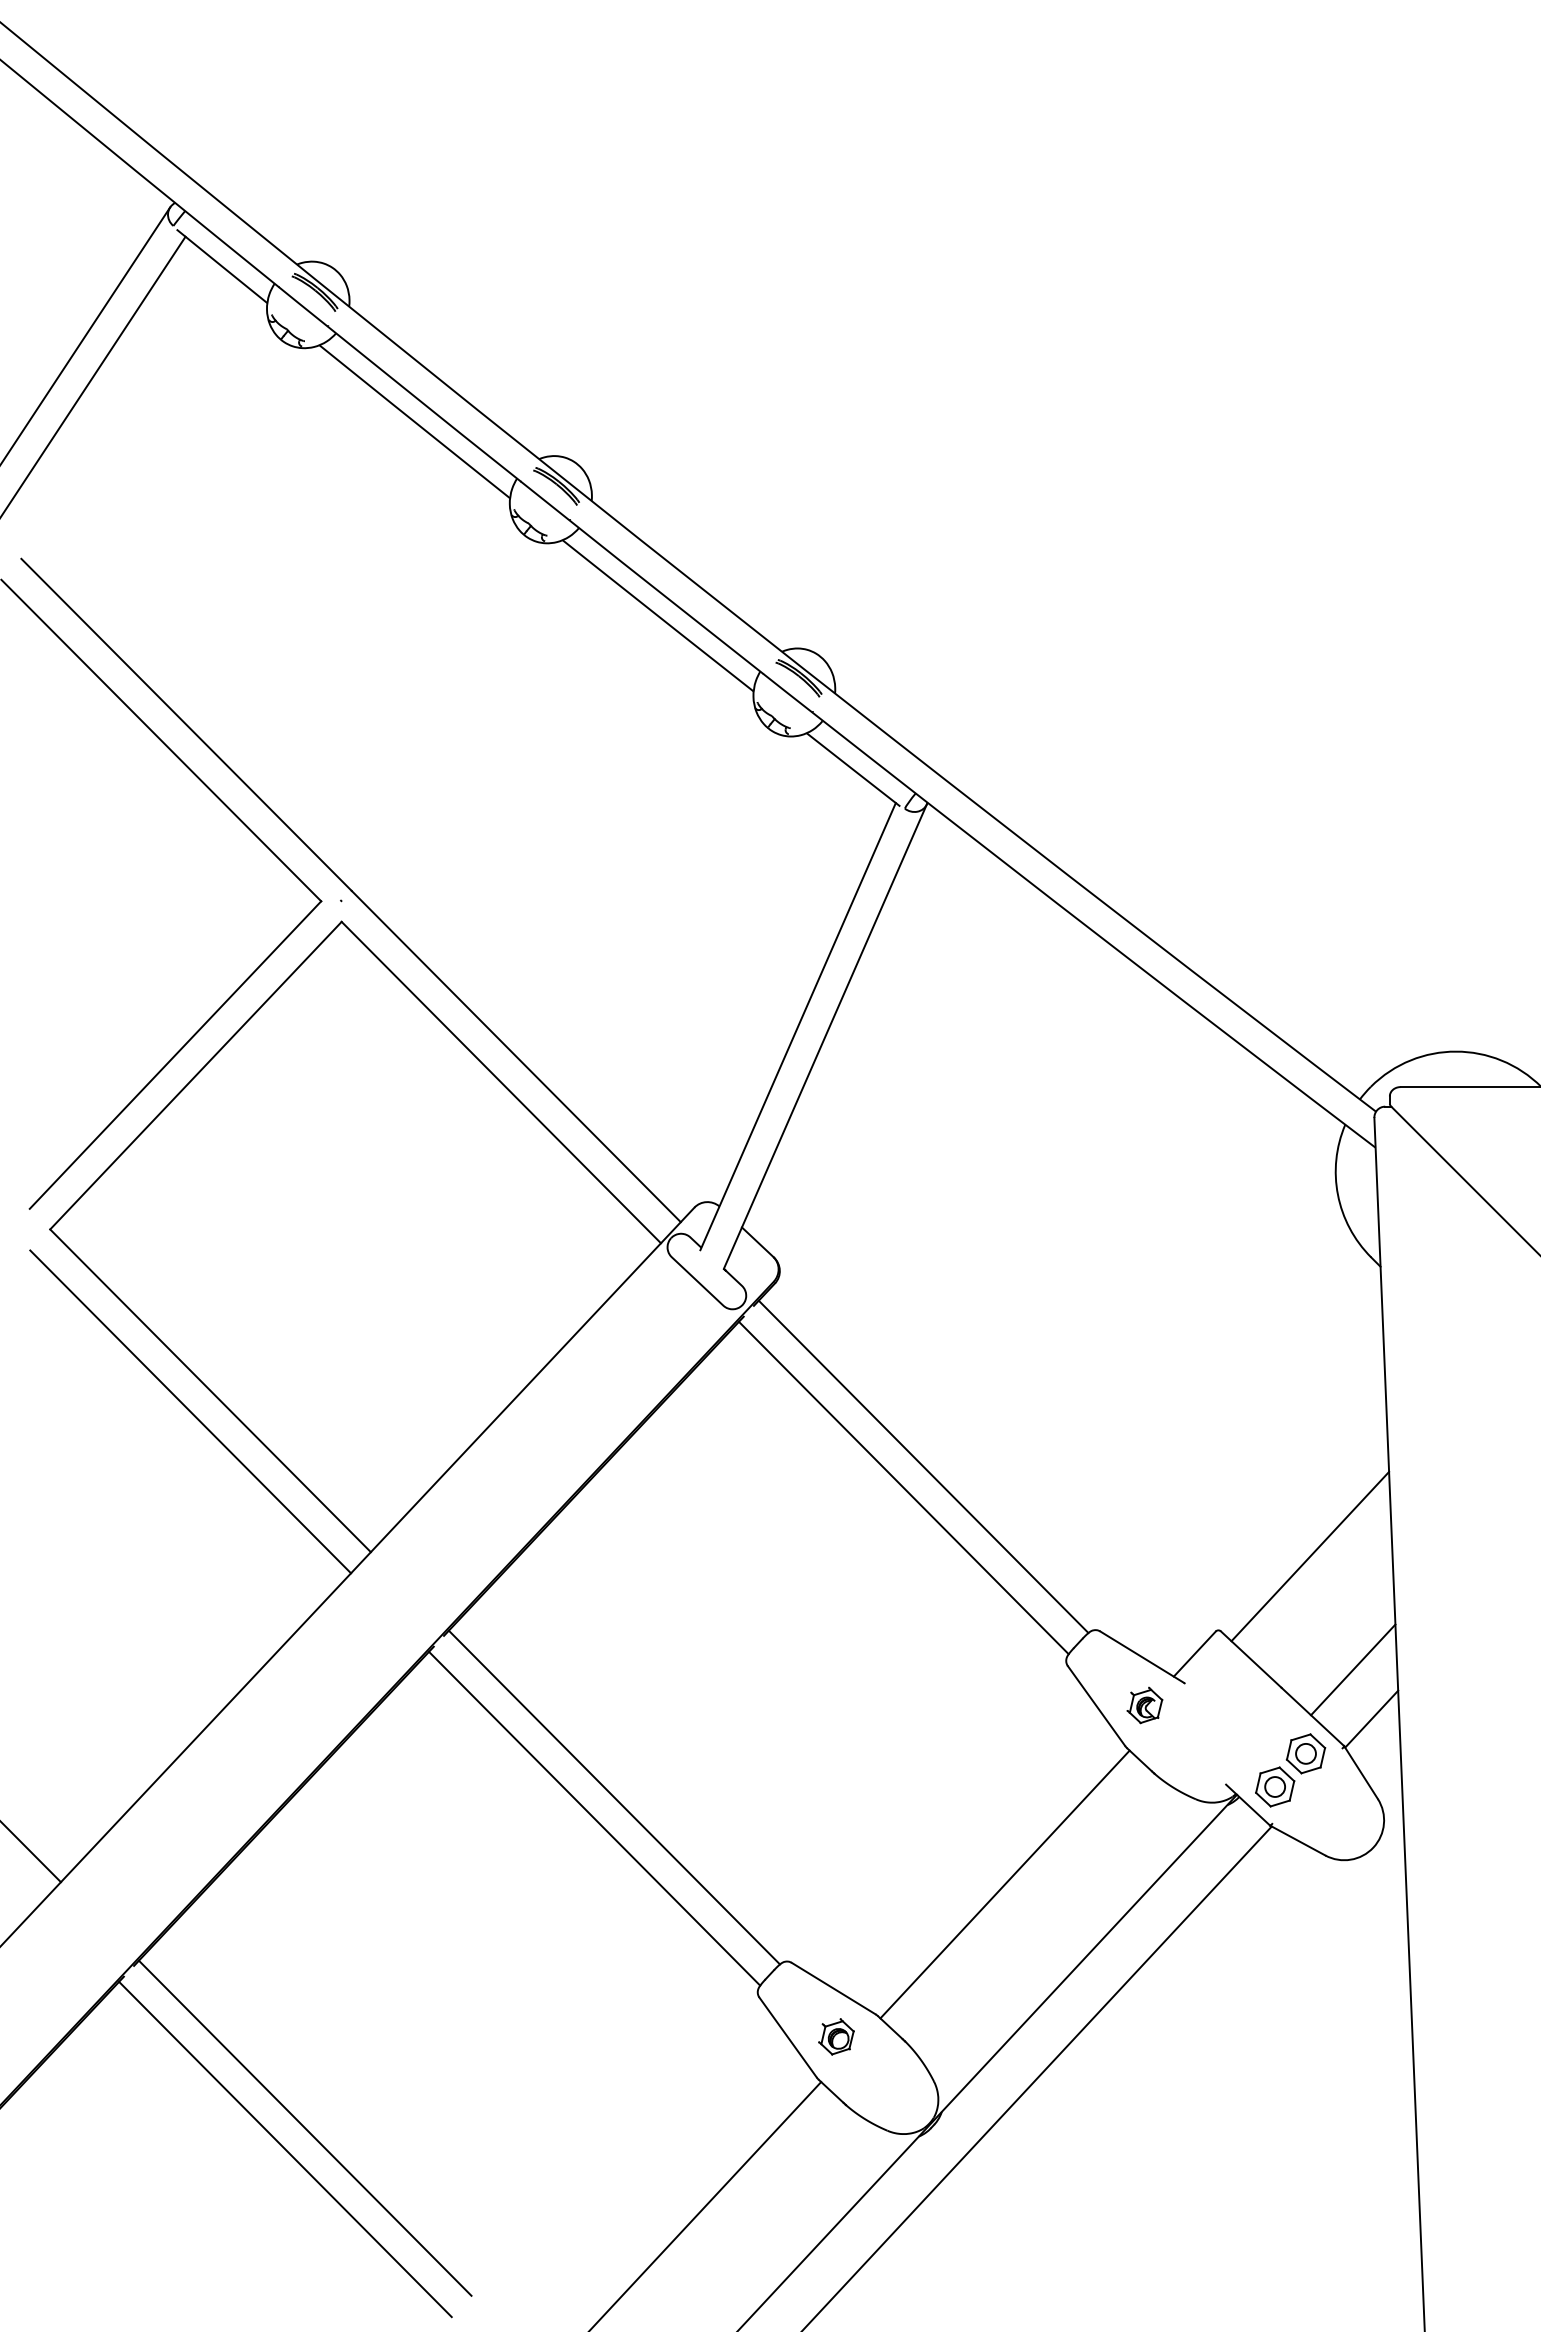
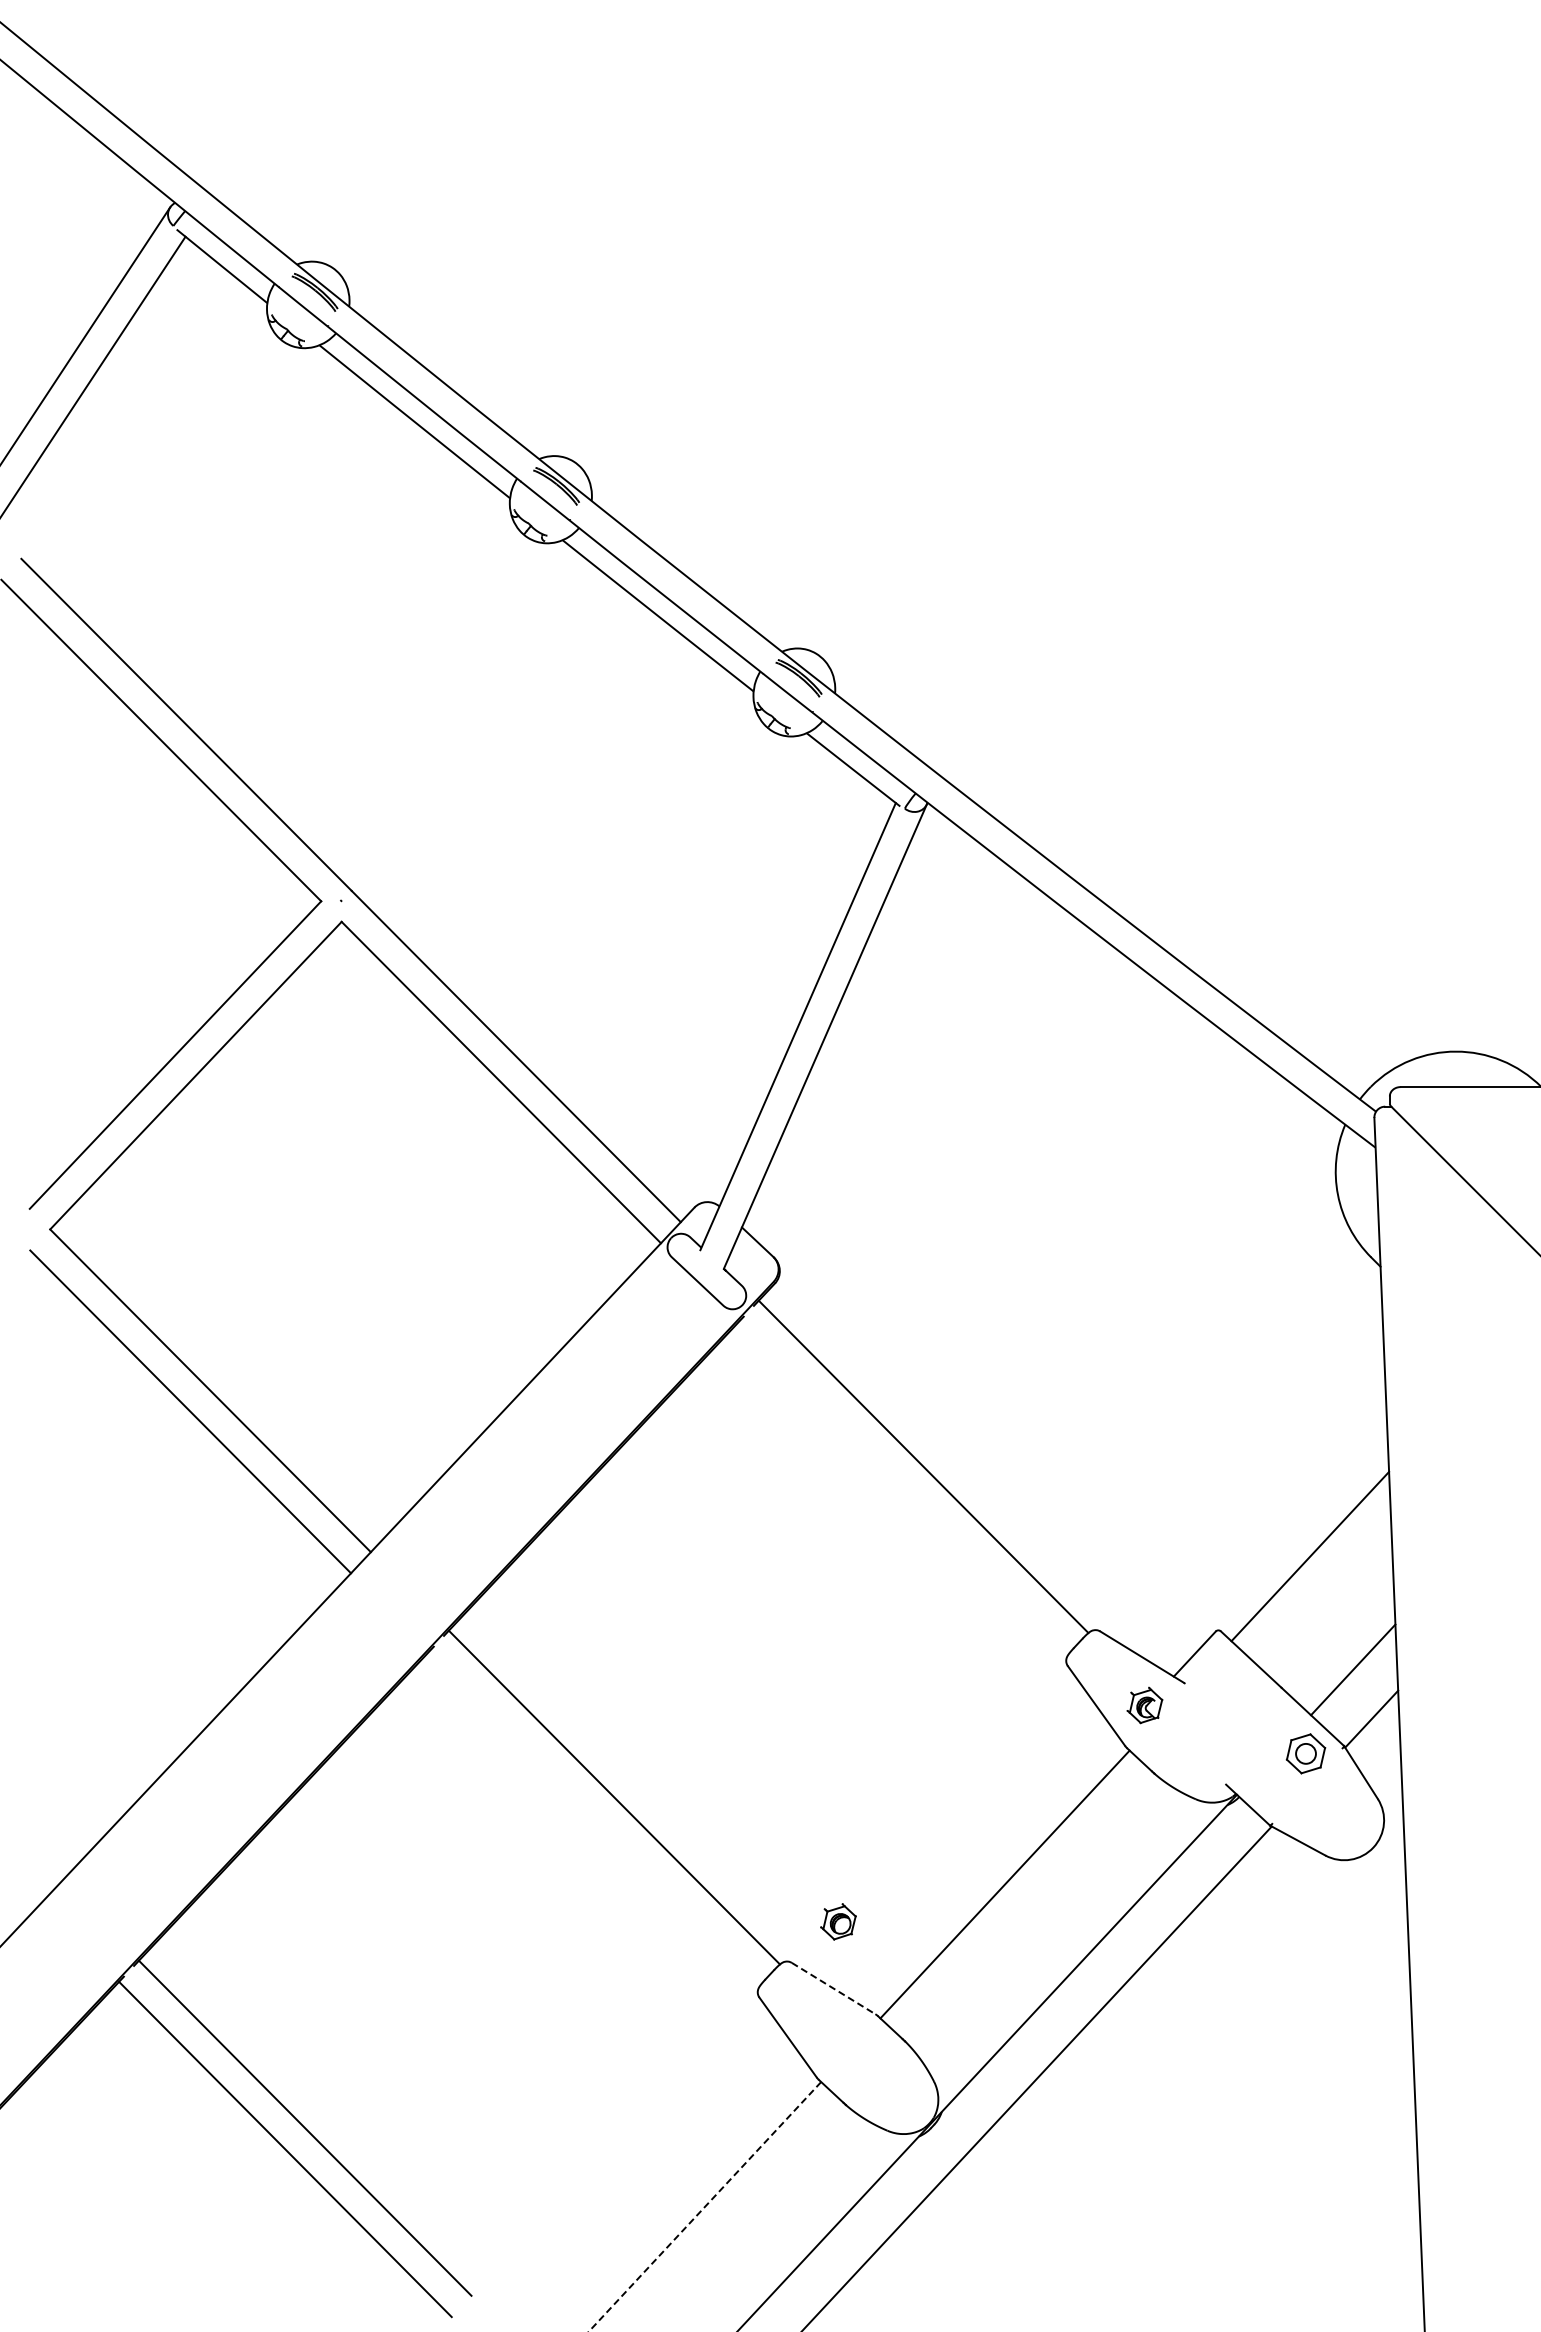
line at (903, 1487): present -> none
part at (1275, 1786): present -> none
line at (594, 1818): present -> none
line at (31, 1852): present -> none
line at (834, 1988): solid -> dashed
part at (836, 2036) position: (836, 2036) -> (838, 1921)
line at (704, 2207): solid -> dashed
